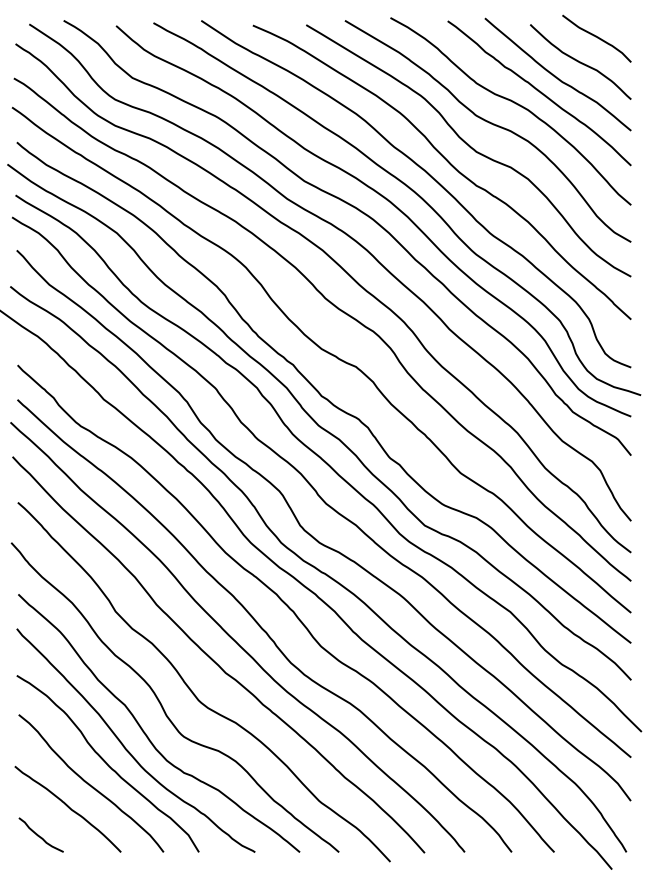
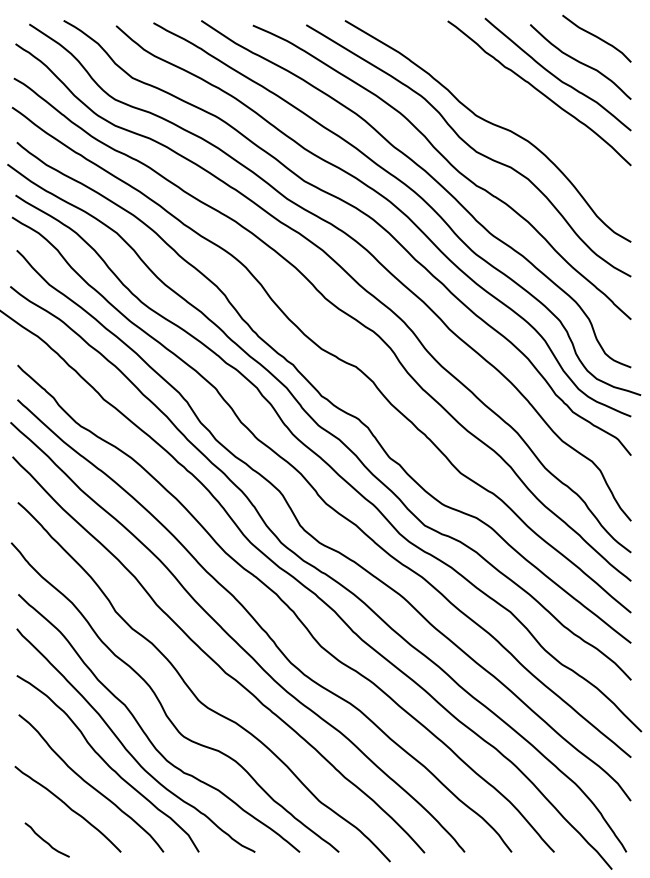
curve at (515, 104): present -> none
curve at (39, 835) position: (39, 835) -> (45, 840)
